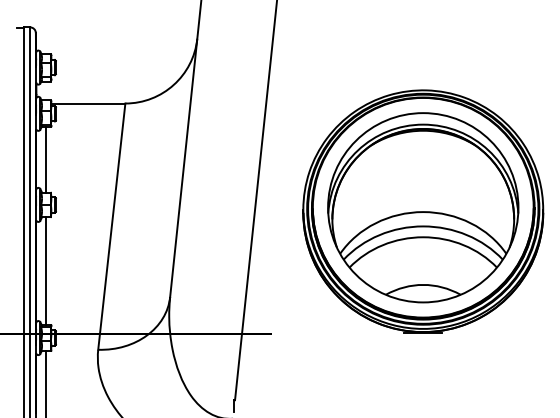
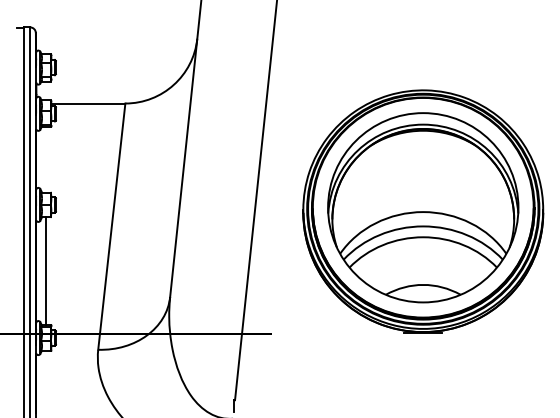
line at (45, 159): present -> none
line at (45, 382): present -> none
